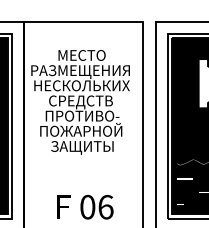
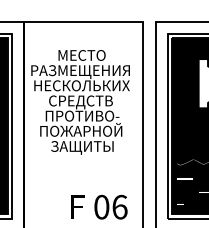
text at (85, 206) position: (85, 206) -> (99, 206)
